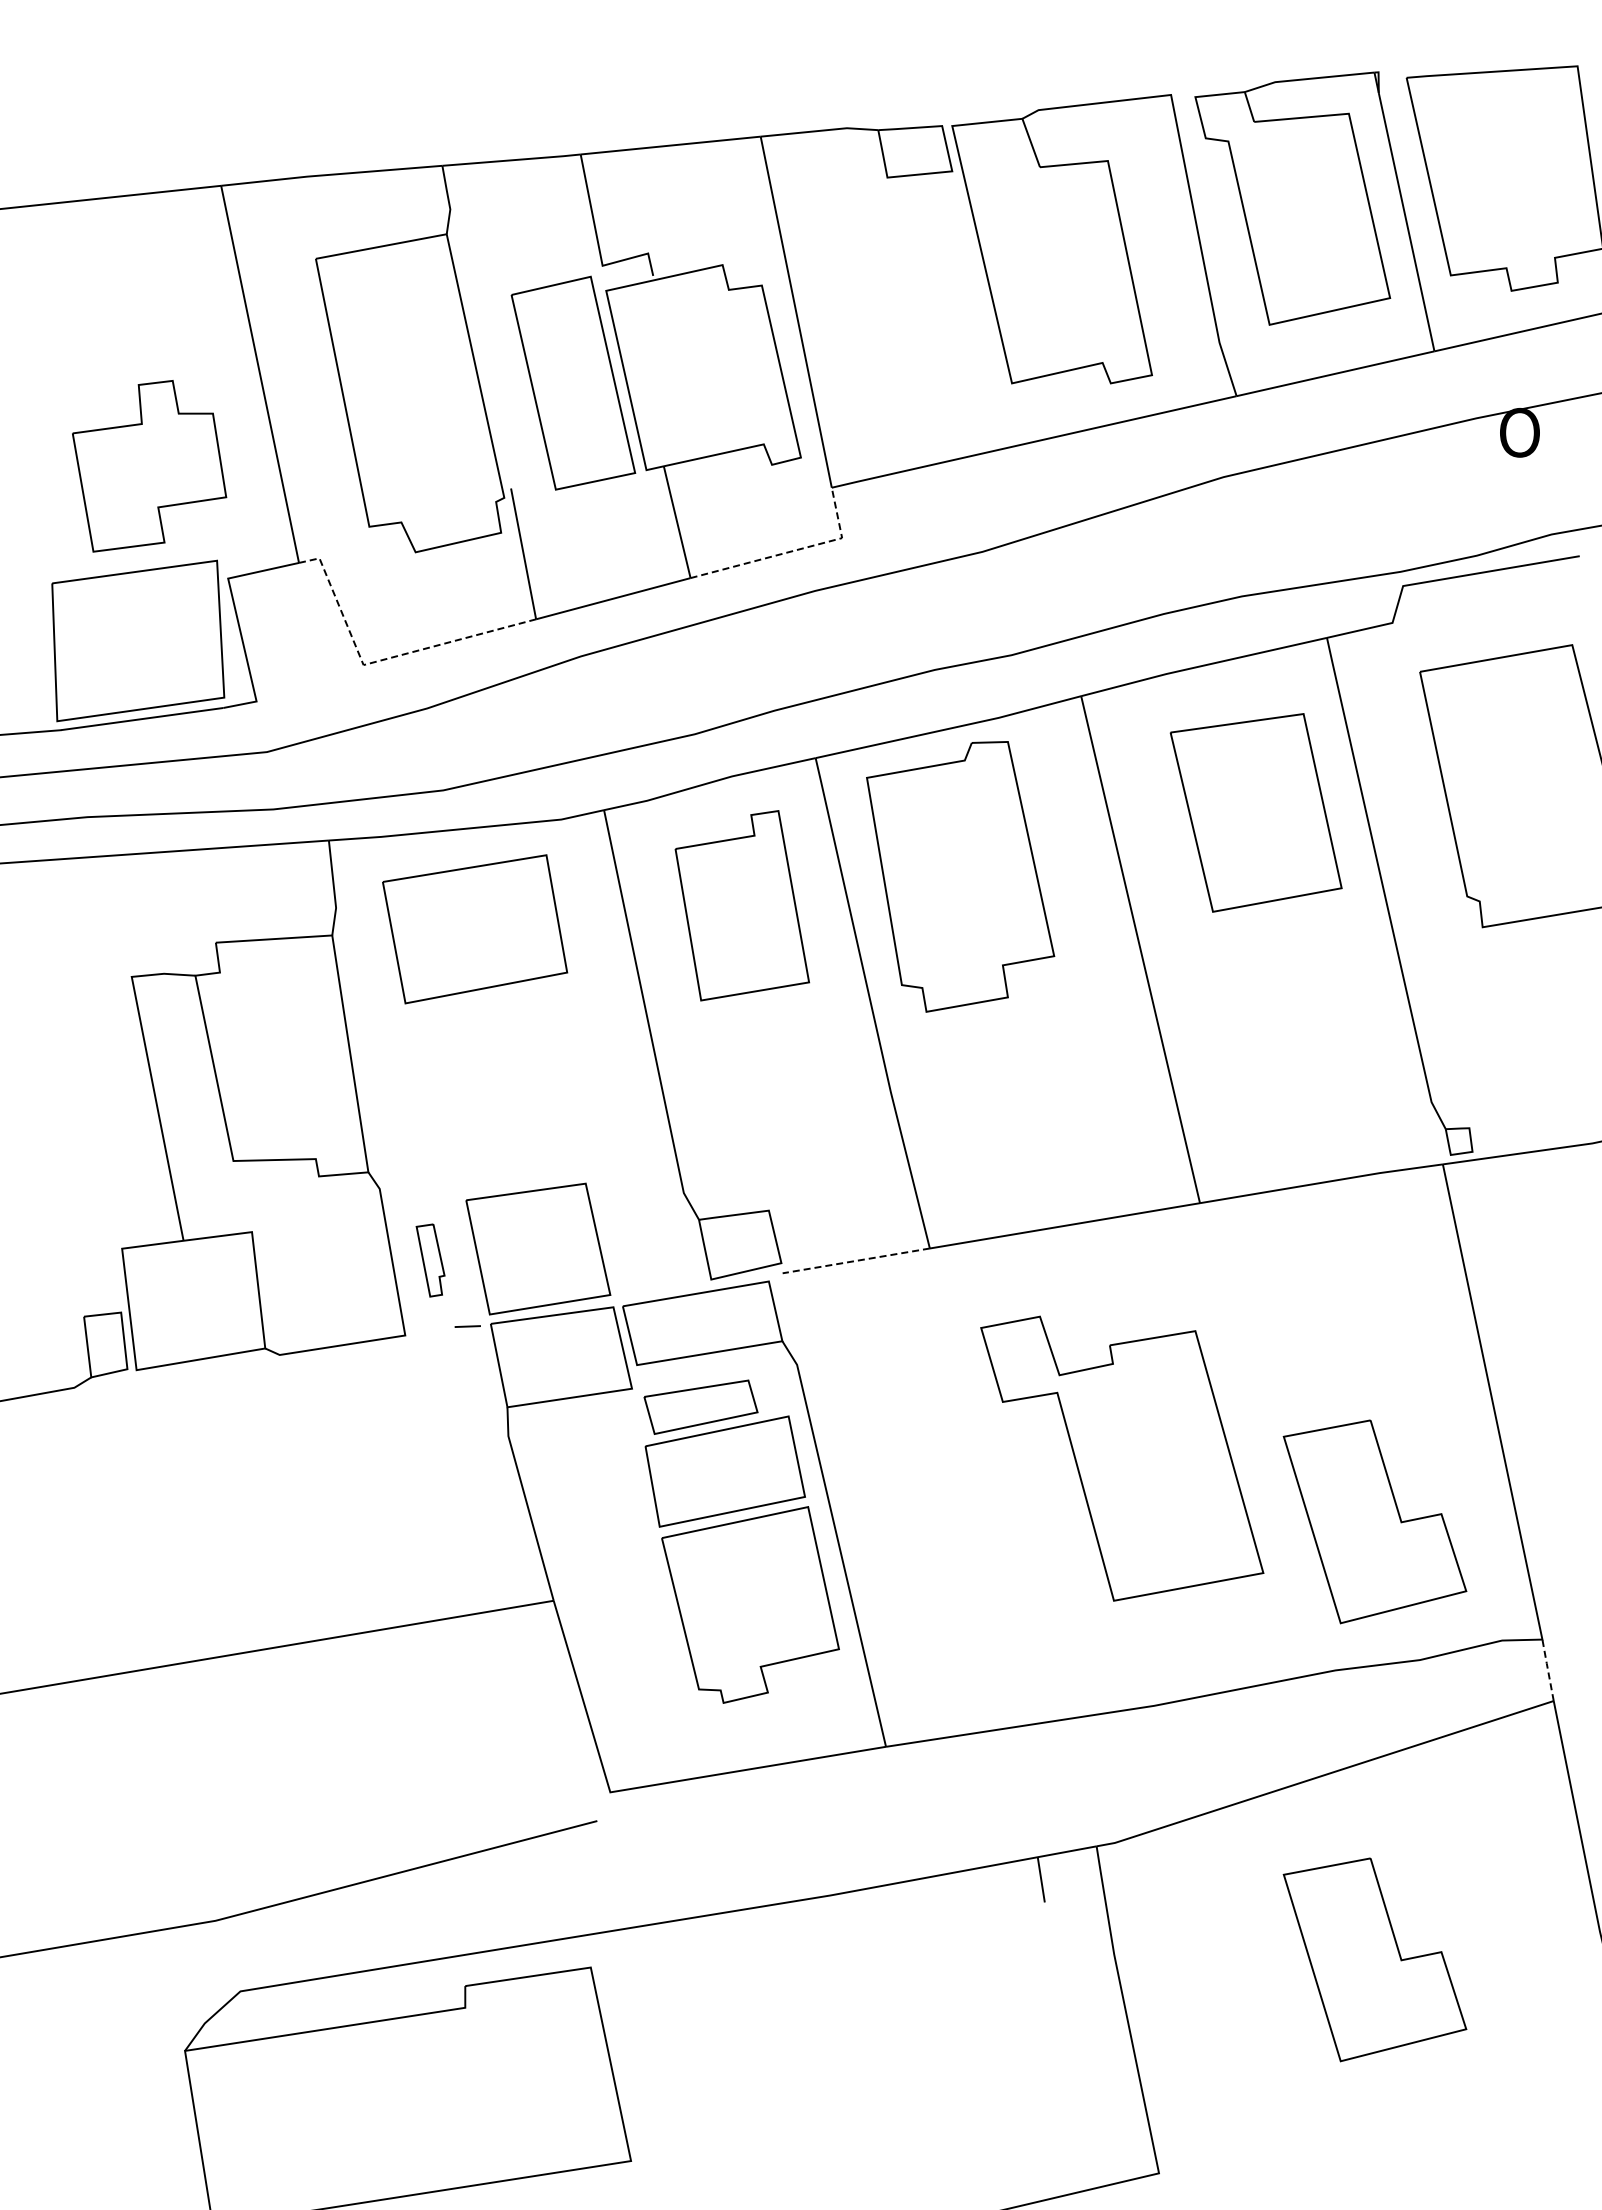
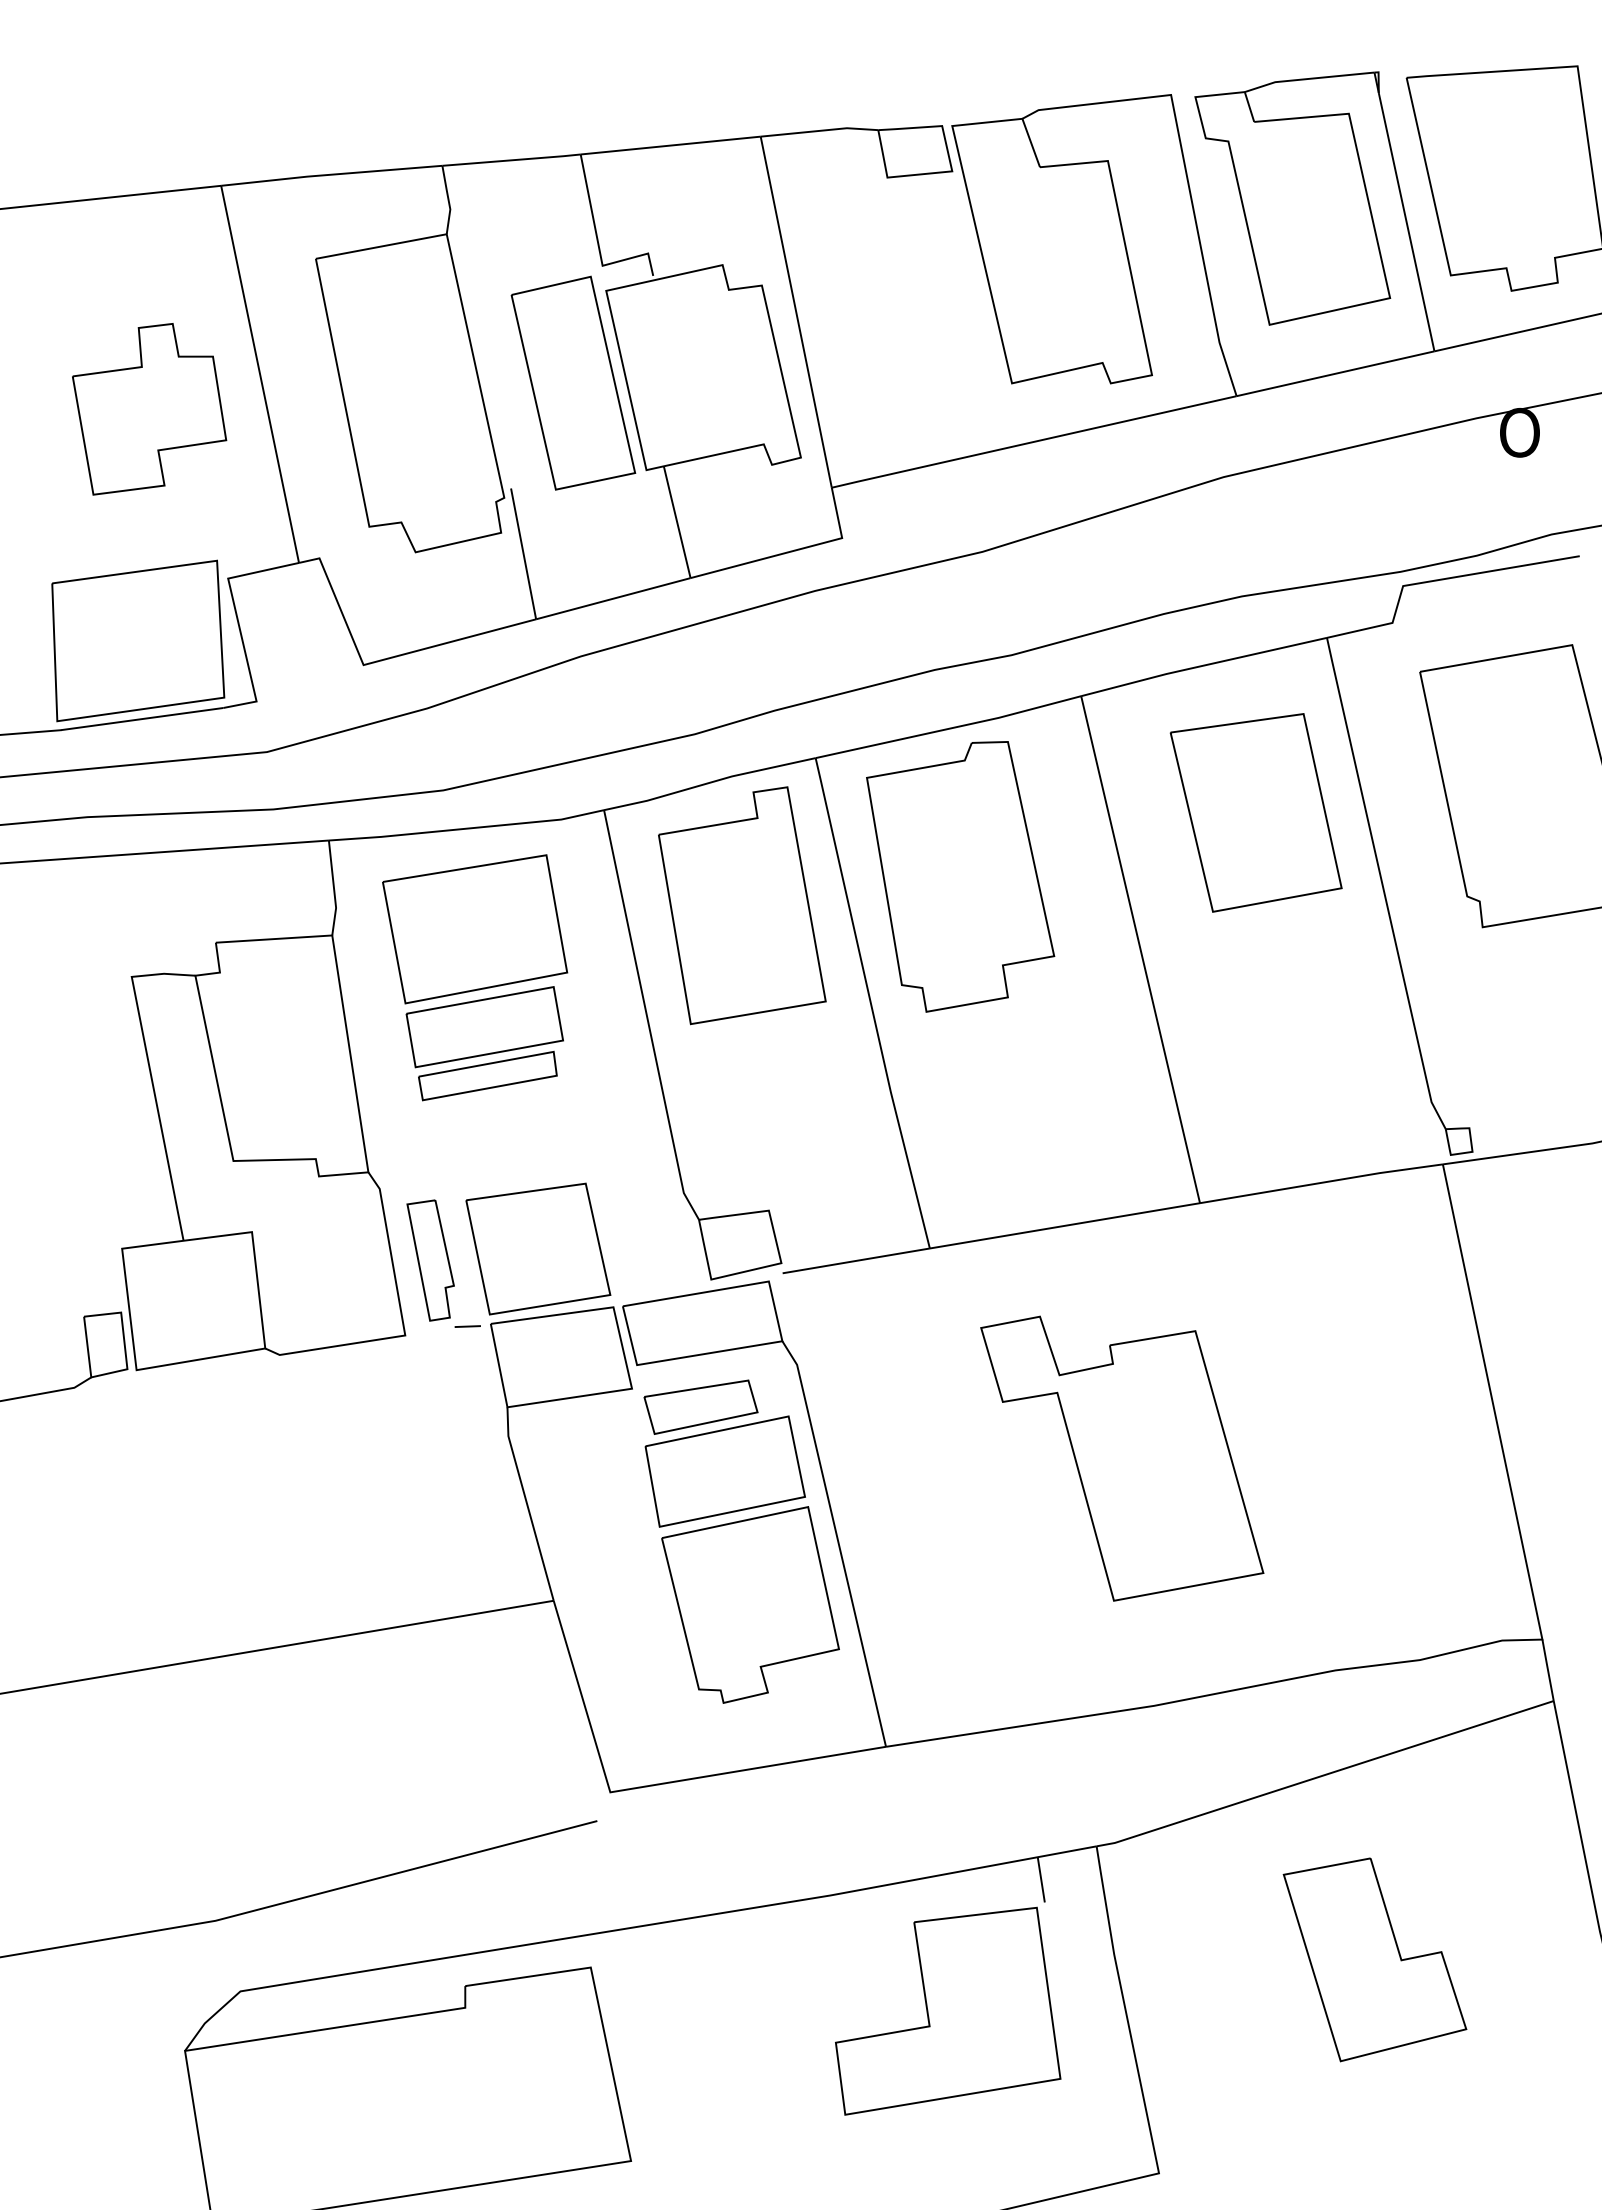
part at (149, 466) position: (149, 466) -> (149, 409)
line at (791, 551): dashed -> solid
line at (382, 659): dashed -> solid
part at (742, 905) size: 137x192 px -> 169x240 px
part at (484, 1043): none -> present
part at (430, 1260) size: 31x75 px -> 49x123 px
line at (856, 1260): dashed -> solid
part at (1374, 1521): present -> none
line at (1547, 1669): dashed -> solid
part at (948, 2010): none -> present
